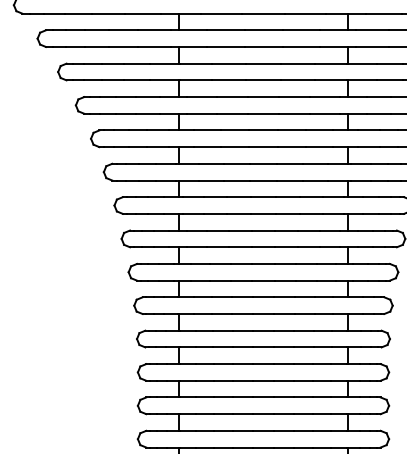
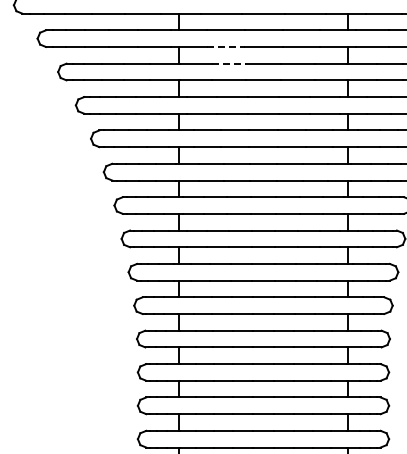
line at (225, 46): solid -> dashed
line at (229, 63): solid -> dashed
